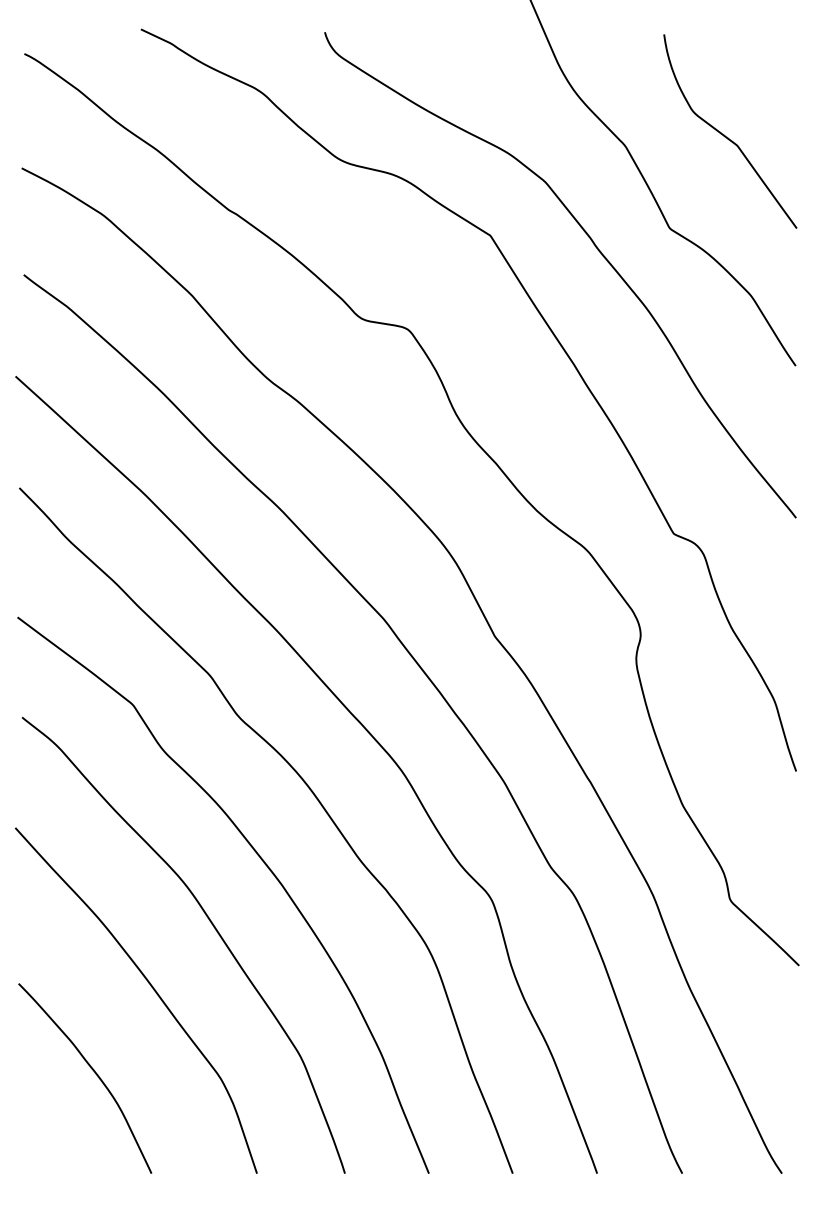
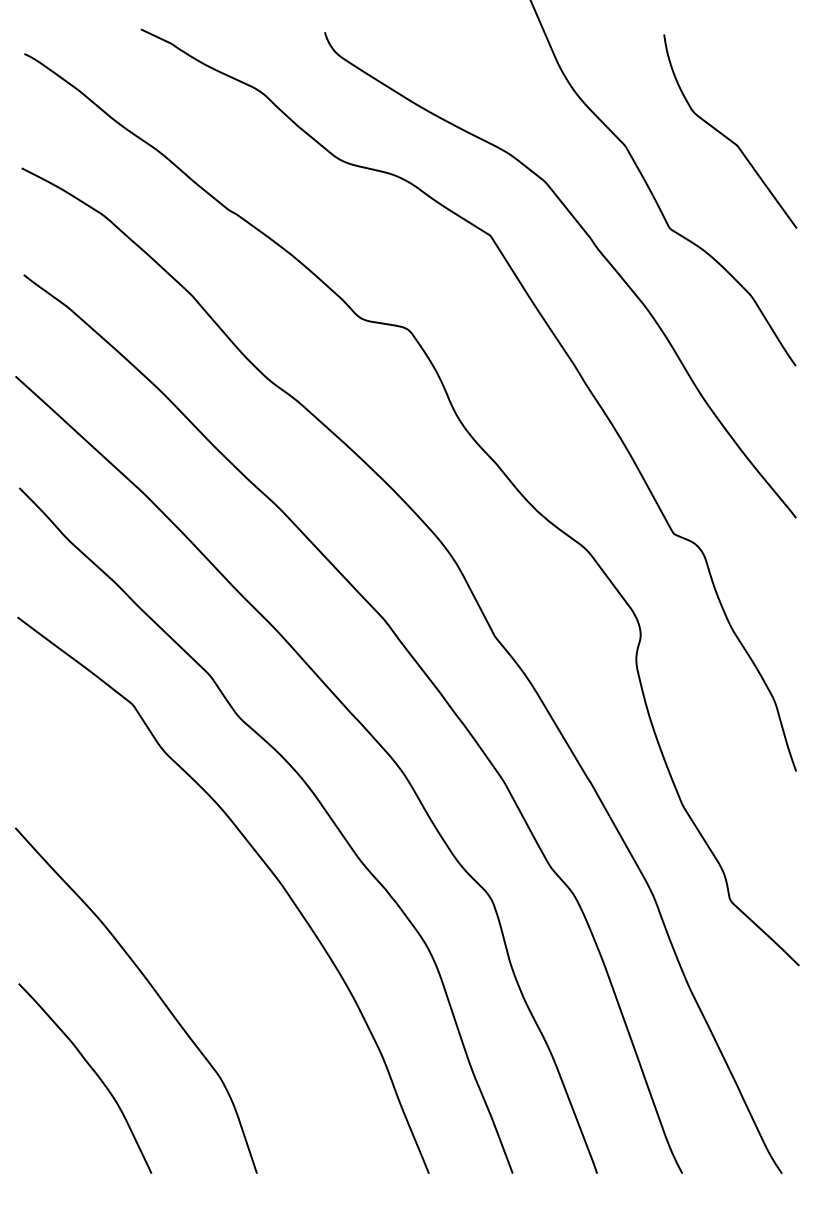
curve at (213, 927): present -> none
